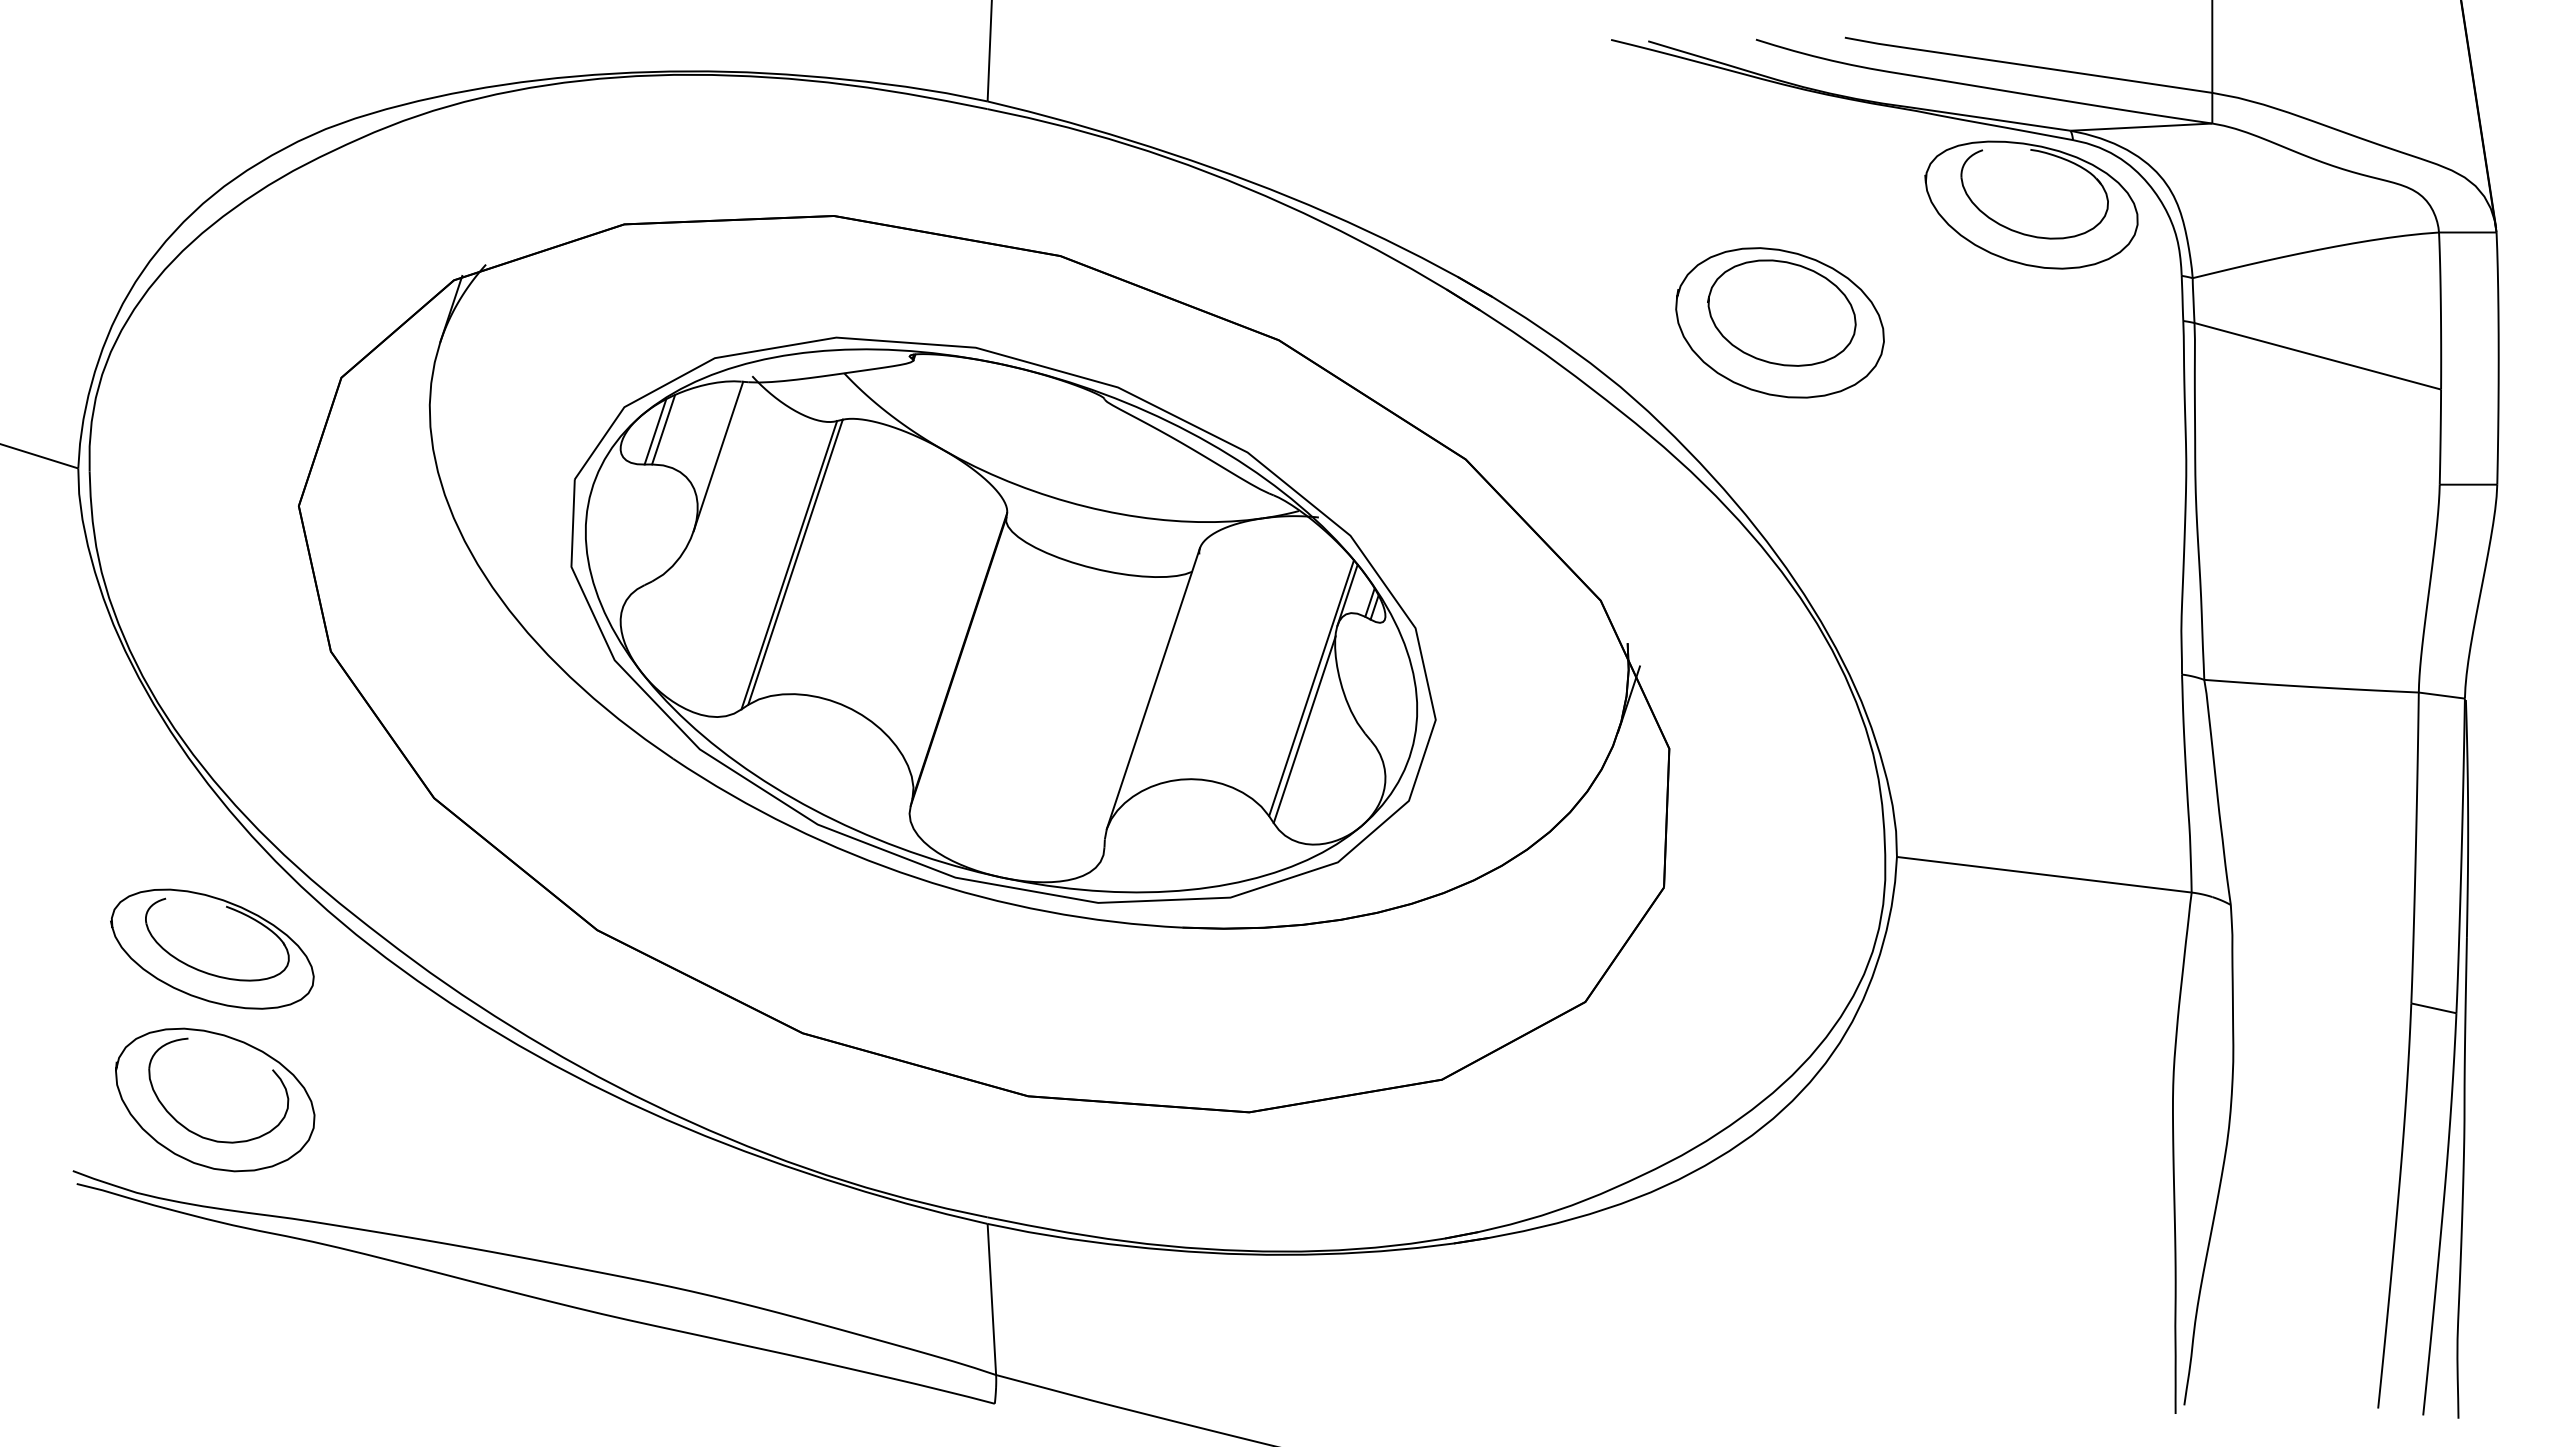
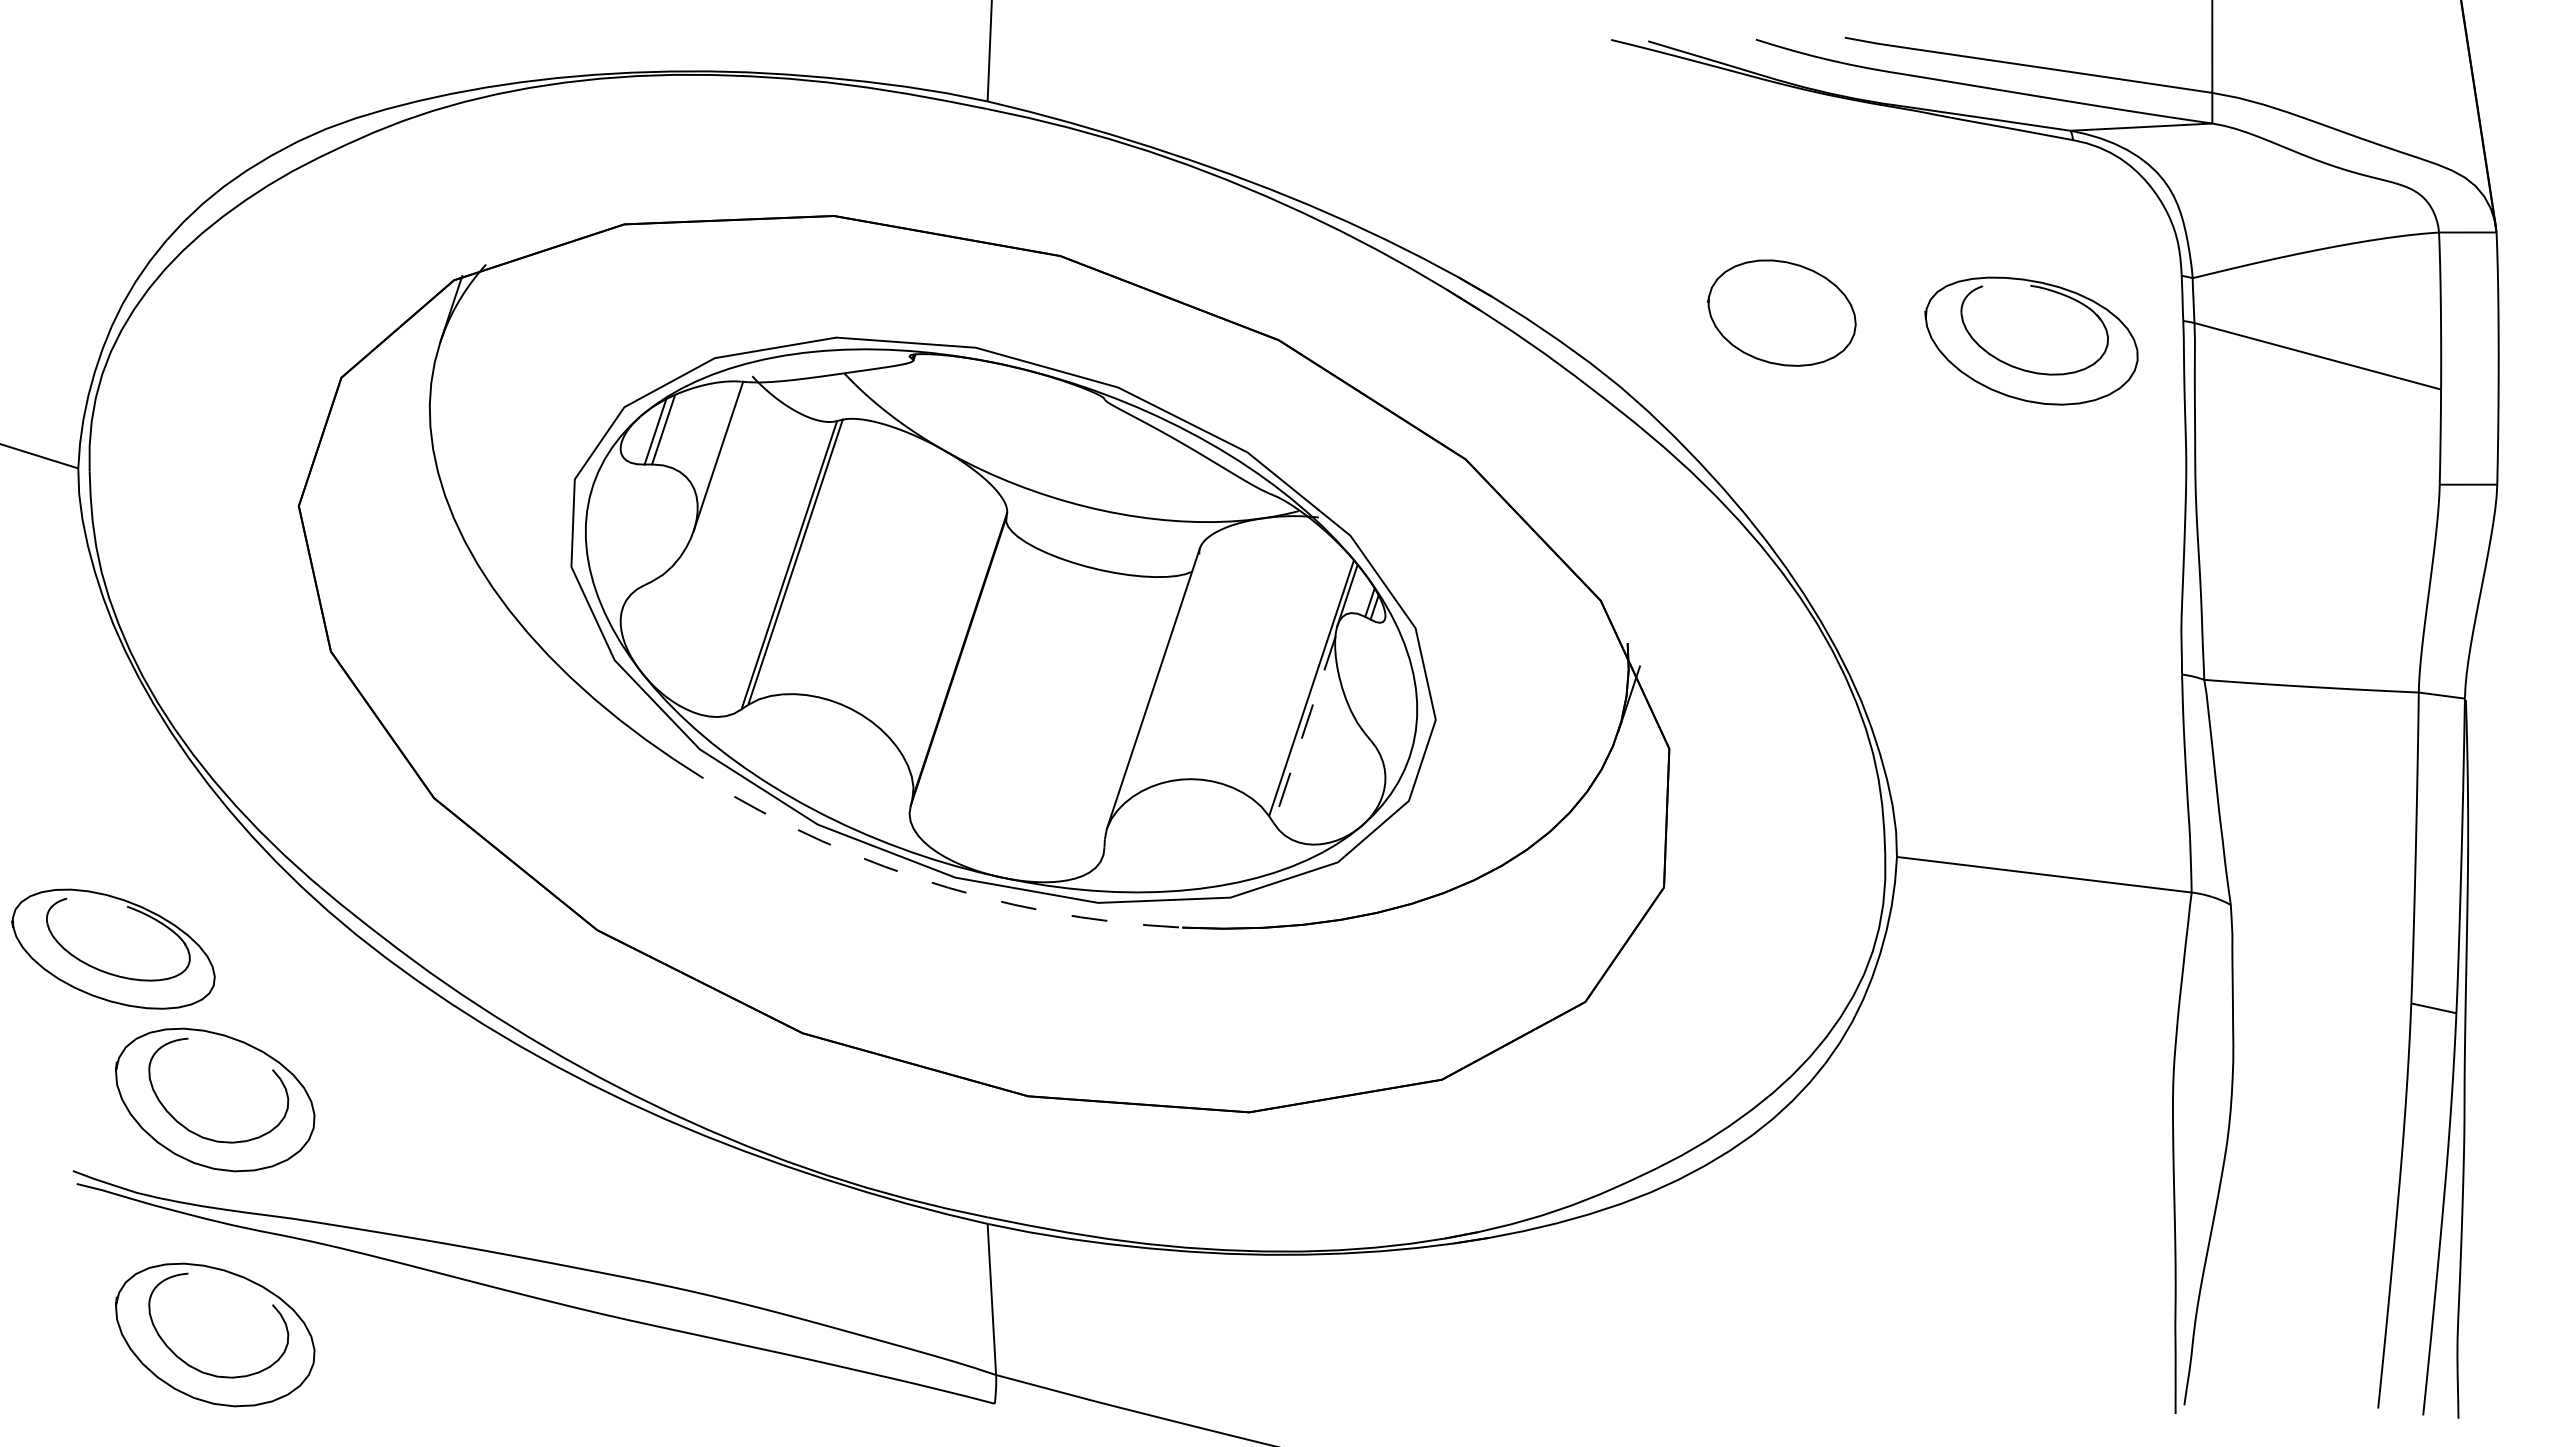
part at (2031, 204) position: (2031, 204) -> (2031, 340)
curve at (1801, 256): present -> none
line at (1304, 730): solid -> dashed
arc at (916, 877): solid -> dashed
part at (212, 948) position: (212, 948) -> (113, 948)
part at (215, 1334): none -> present
